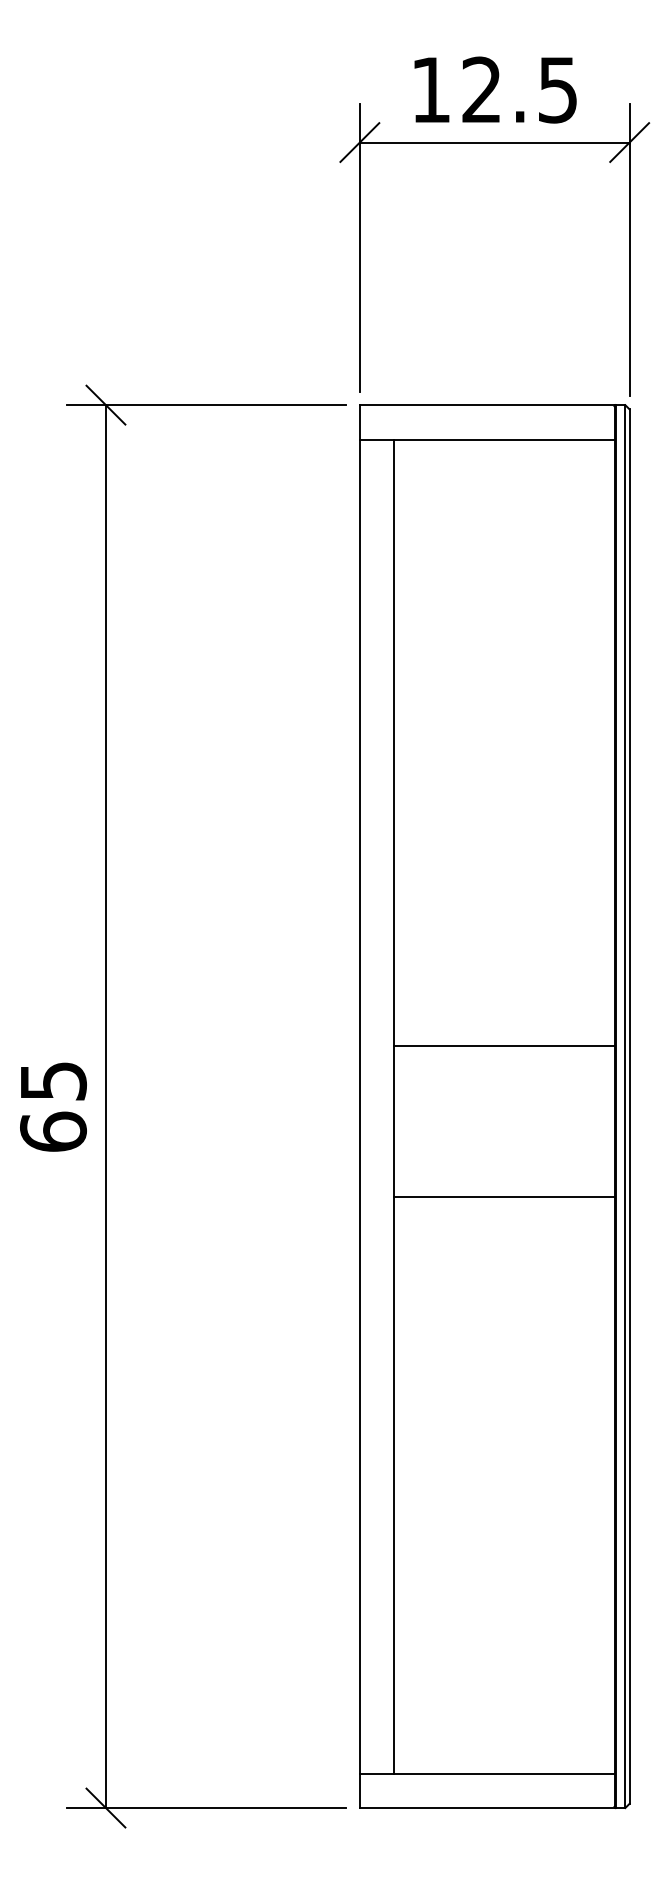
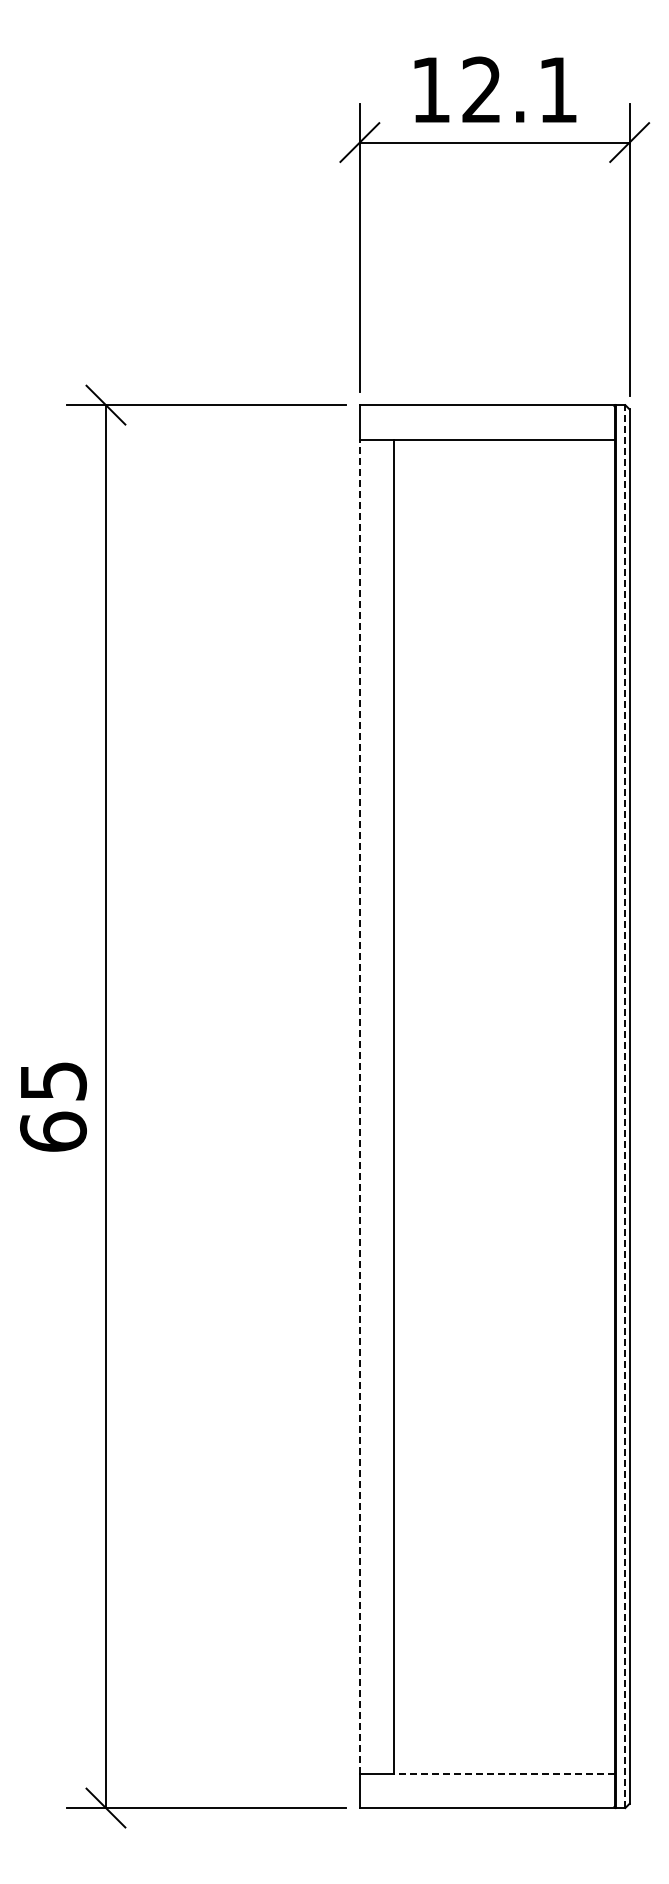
text at (557, 90): 12.5 -> 12.1
line at (504, 1046): present -> none
line at (359, 1106): solid -> dashed
line at (625, 1106): solid -> dashed
line at (504, 1197): present -> none
line at (503, 1773): solid -> dashed
